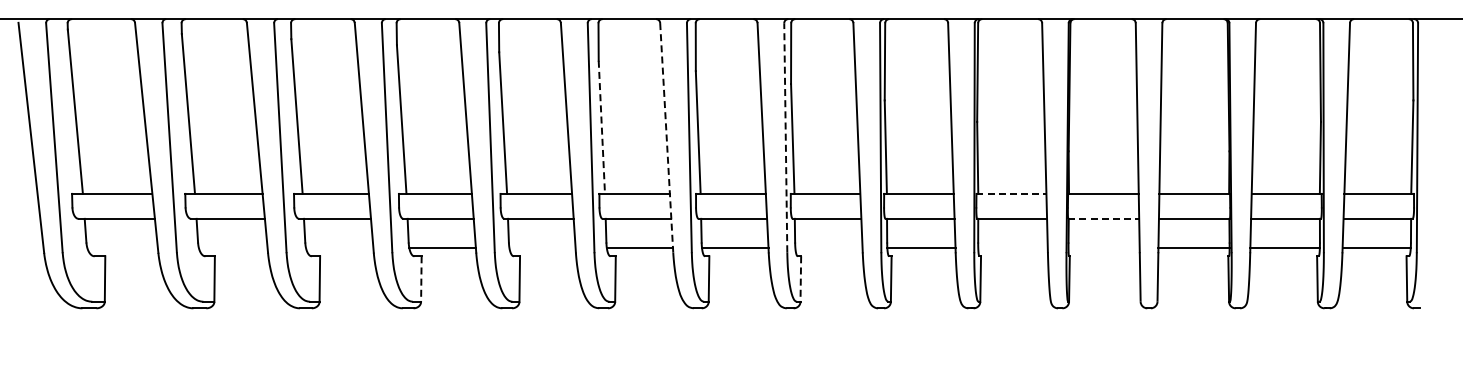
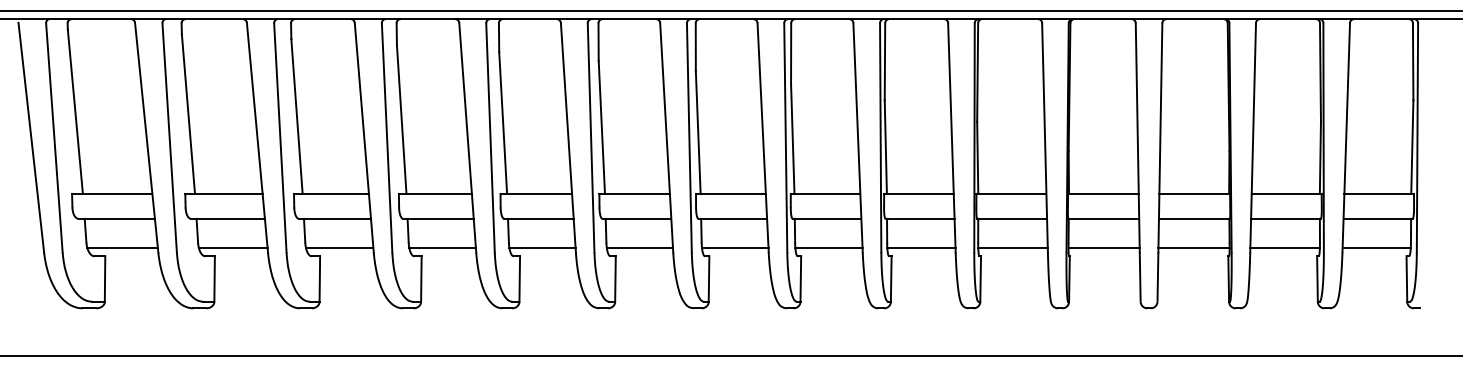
line at (730, 10): none -> present
line at (601, 127): dashed -> solid
line at (666, 137): dashed -> solid
line at (785, 137): dashed -> solid
line at (1011, 193): dashed -> solid
line at (1104, 218): dashed -> solid
line at (122, 247): none -> present
line at (232, 247): none -> present
line at (339, 247): none -> present
line at (542, 247): none -> present
line at (828, 247): none -> present
line at (1012, 247): none -> present
line at (1103, 247): none -> present
line at (421, 279): dashed -> solid
line at (800, 279): dashed -> solid
line at (730, 356): none -> present
